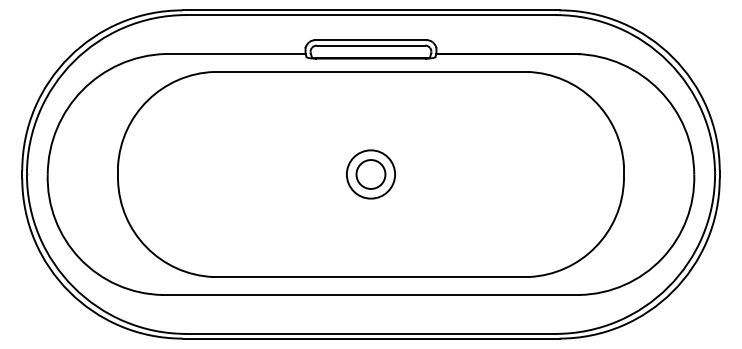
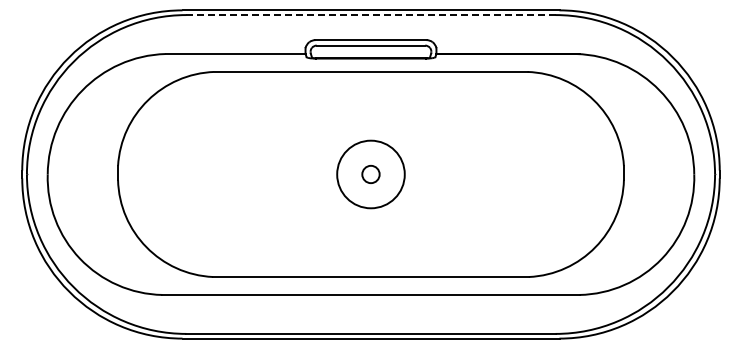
line at (371, 15): solid -> dashed
circle at (370, 174) diameter: 29 px -> 17 px
circle at (370, 174) diameter: 48 px -> 68 px
